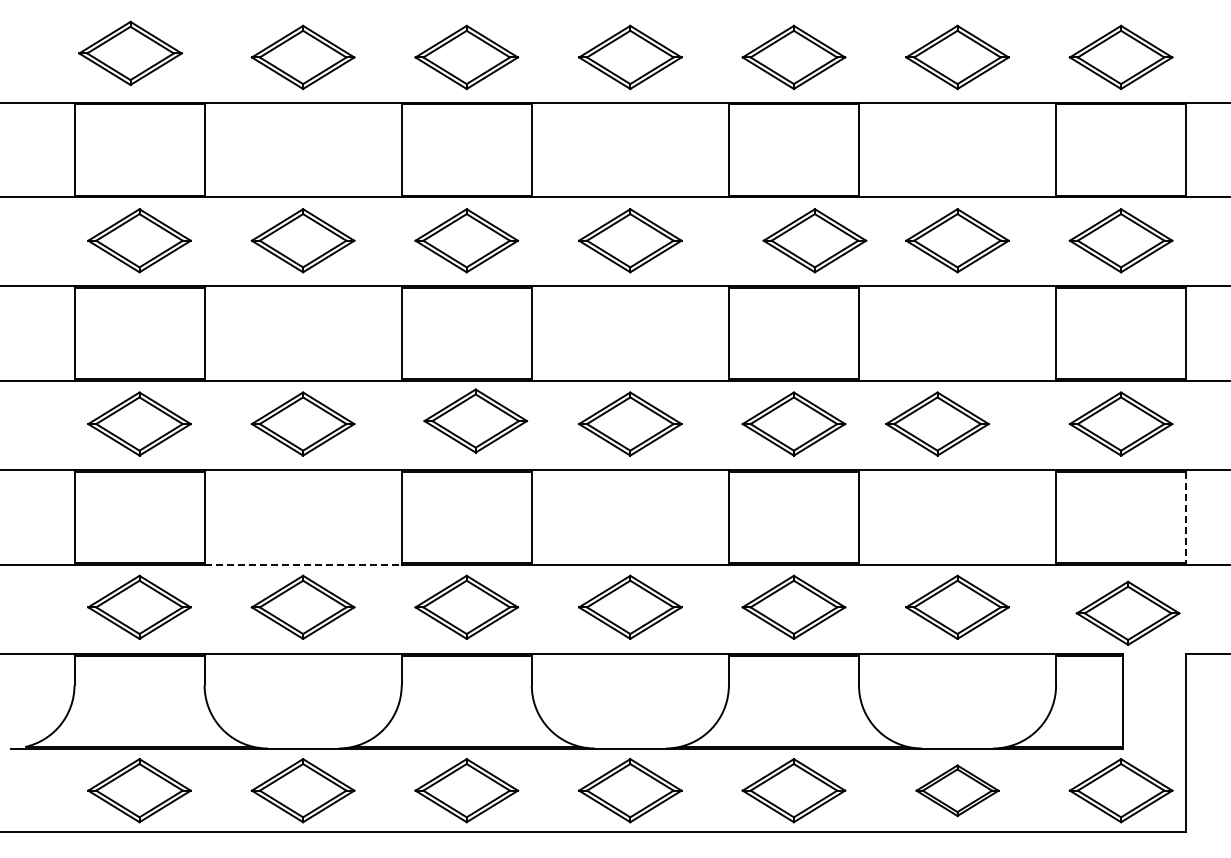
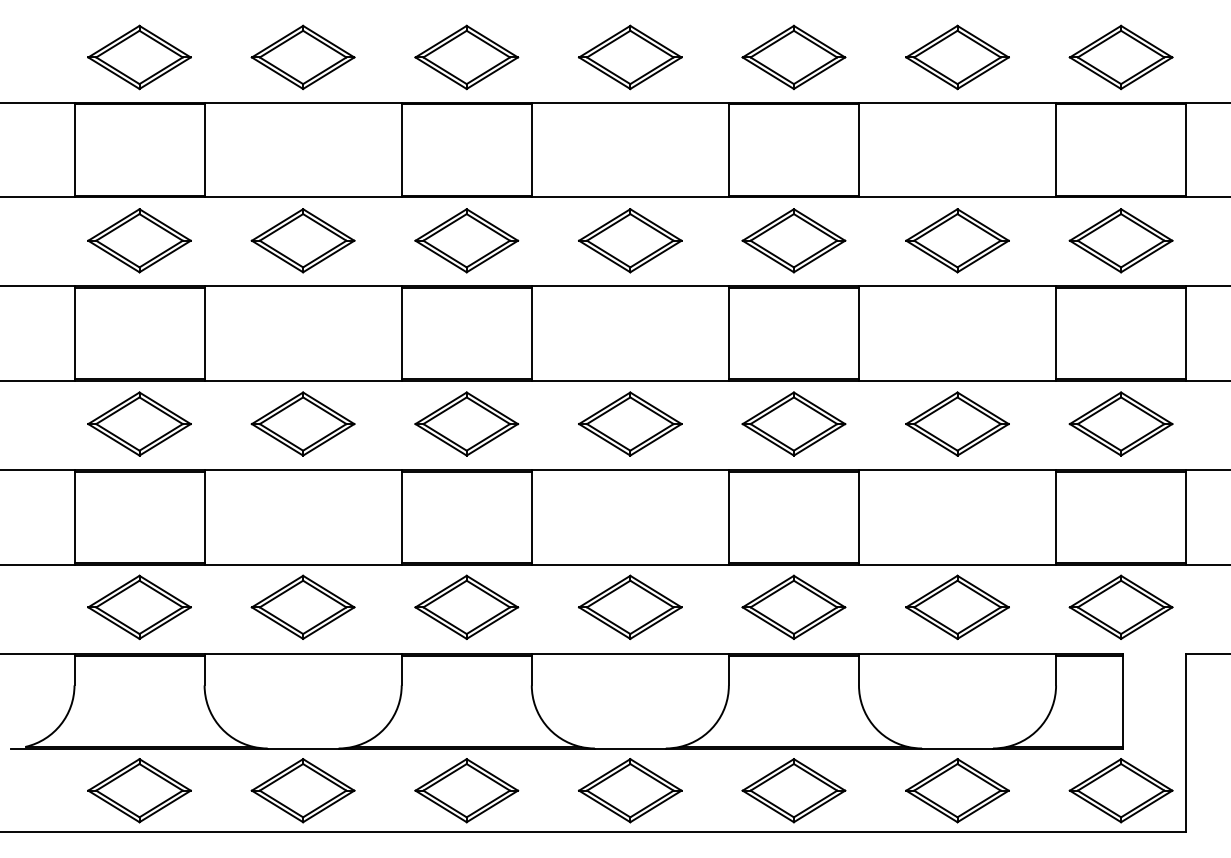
part at (130, 53) position: (130, 53) -> (139, 57)
part at (814, 240) position: (814, 240) -> (793, 240)
part at (475, 420) position: (475, 420) -> (466, 423)
part at (937, 423) position: (937, 423) -> (957, 423)
line at (1186, 517): dashed -> solid
line at (303, 564): dashed -> solid
part at (1127, 612) position: (1127, 612) -> (1120, 606)
part at (957, 790) size: 85x54 px -> 105x66 px
